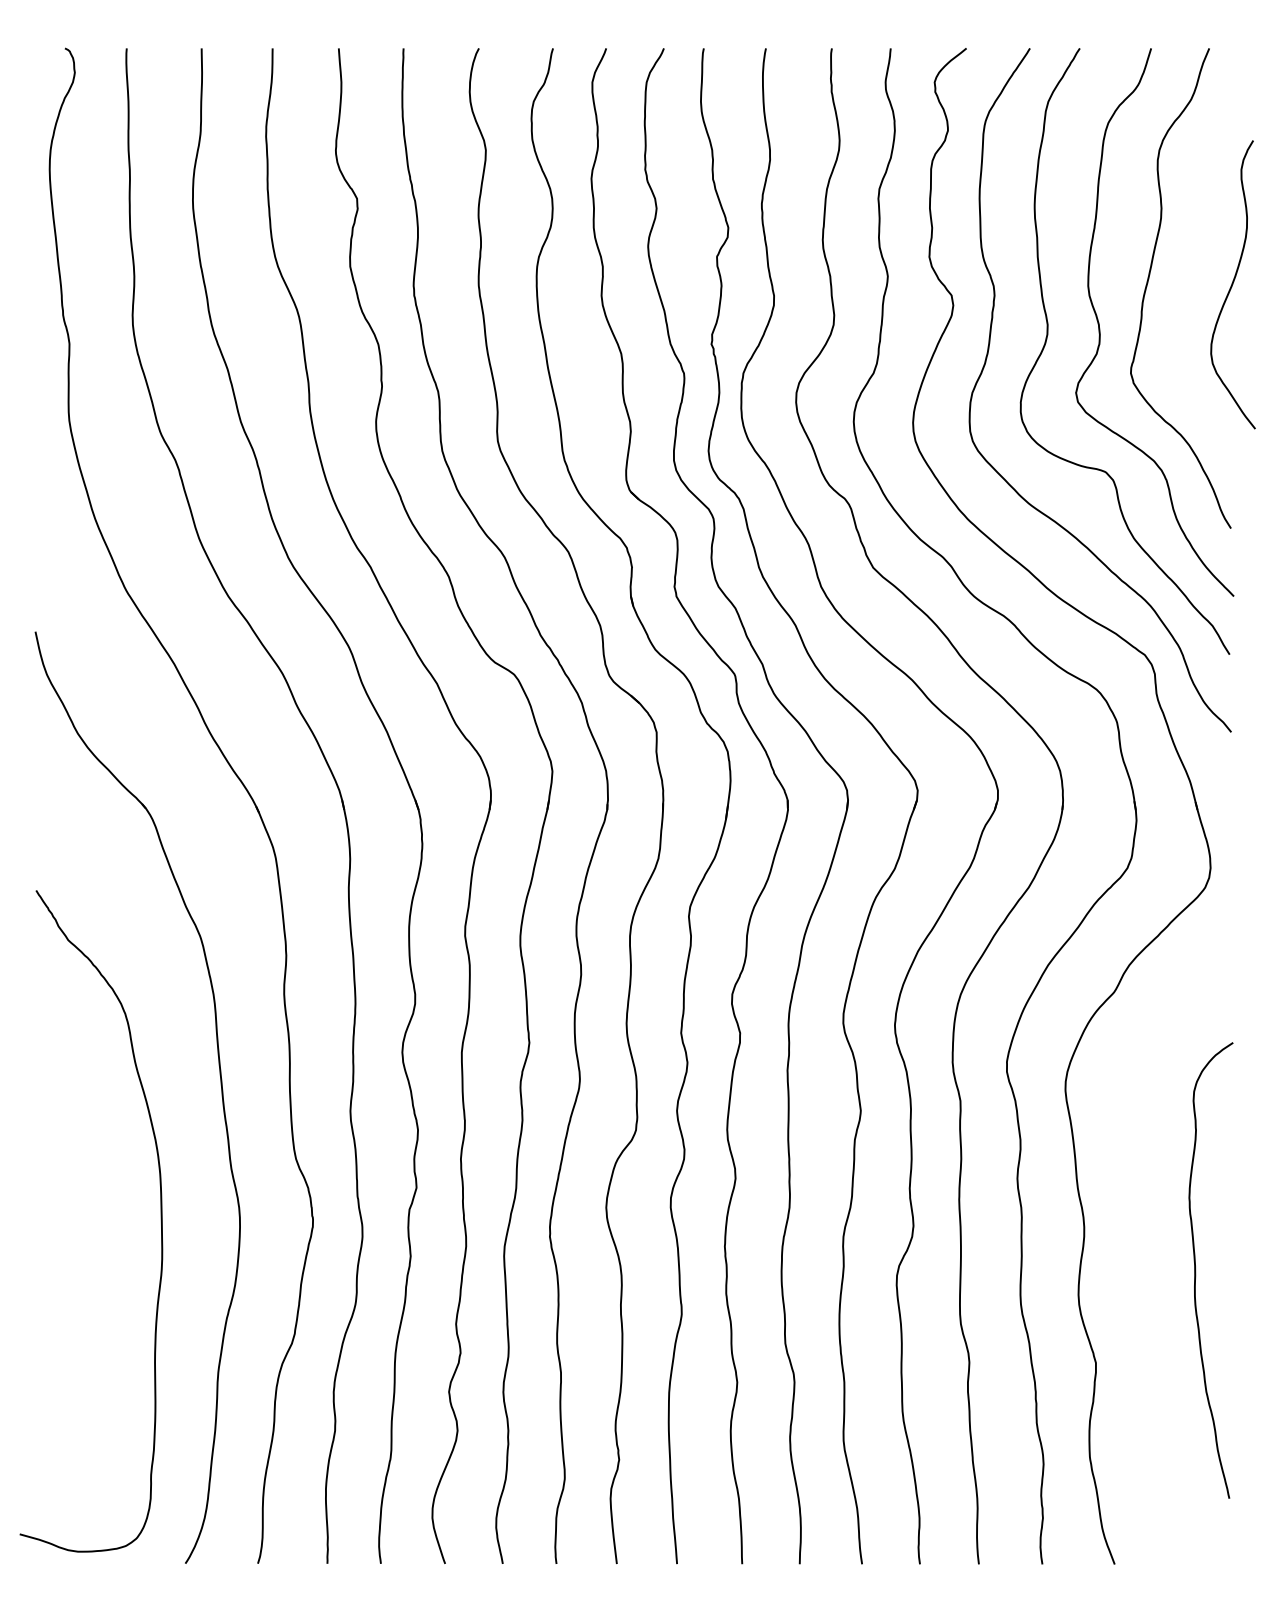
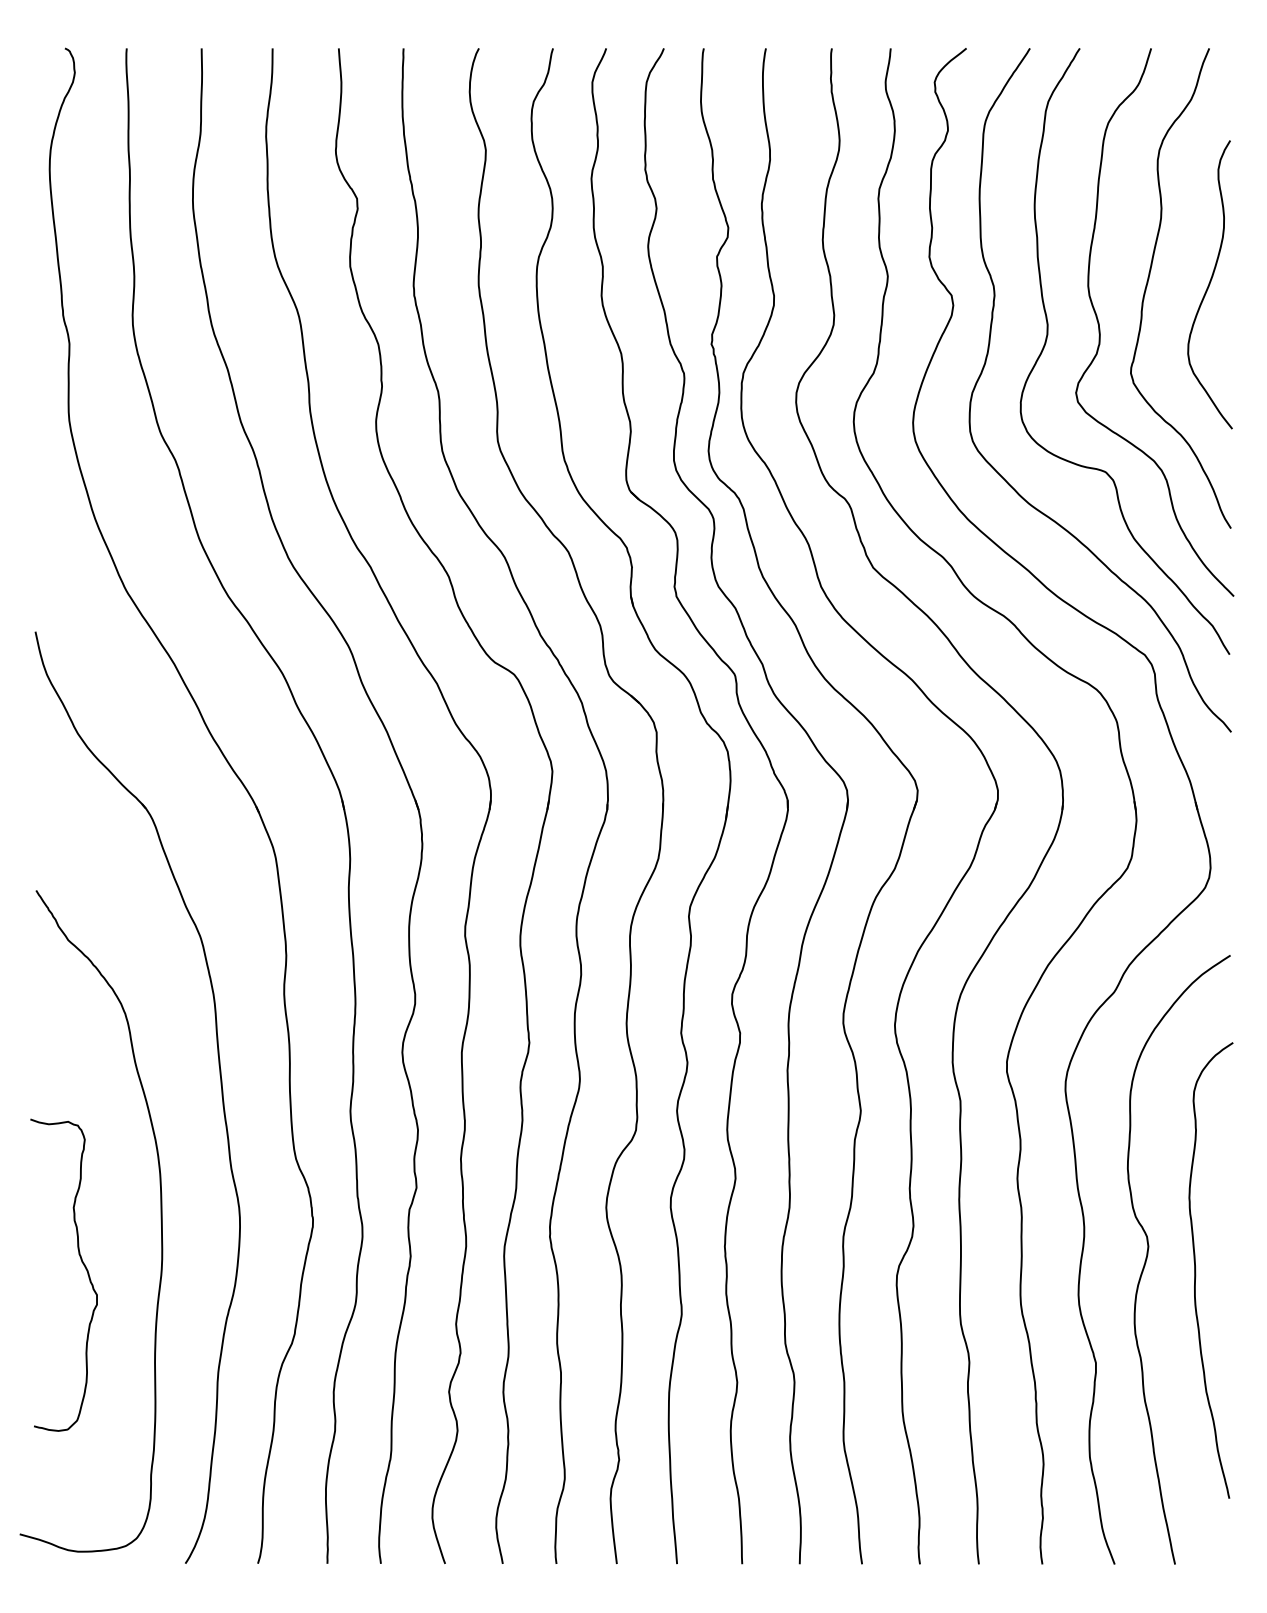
curve at (1232, 284) position: (1232, 284) -> (1209, 284)
curve at (1148, 1255): none -> present
curve at (81, 1262): none -> present
